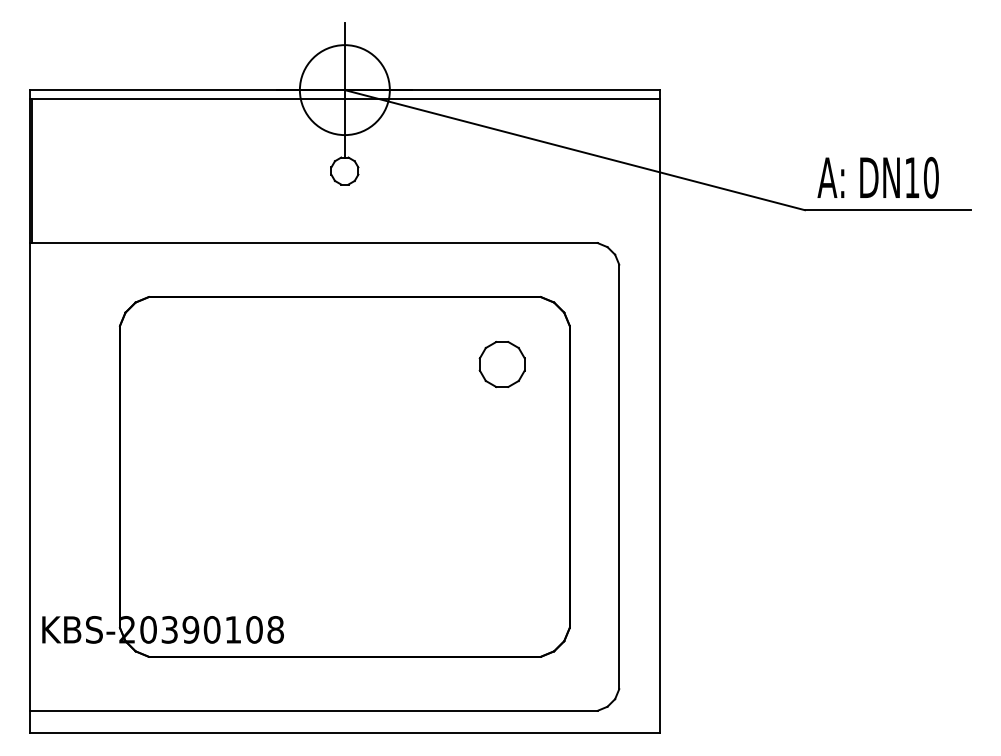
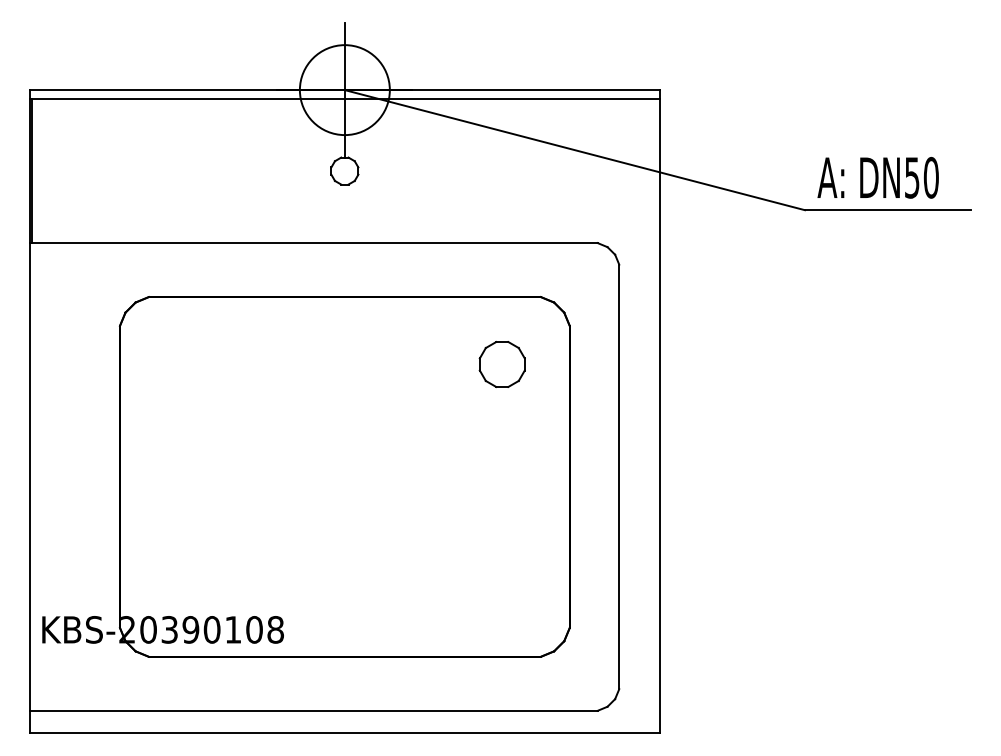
text at (912, 177): DN10 -> DN50
